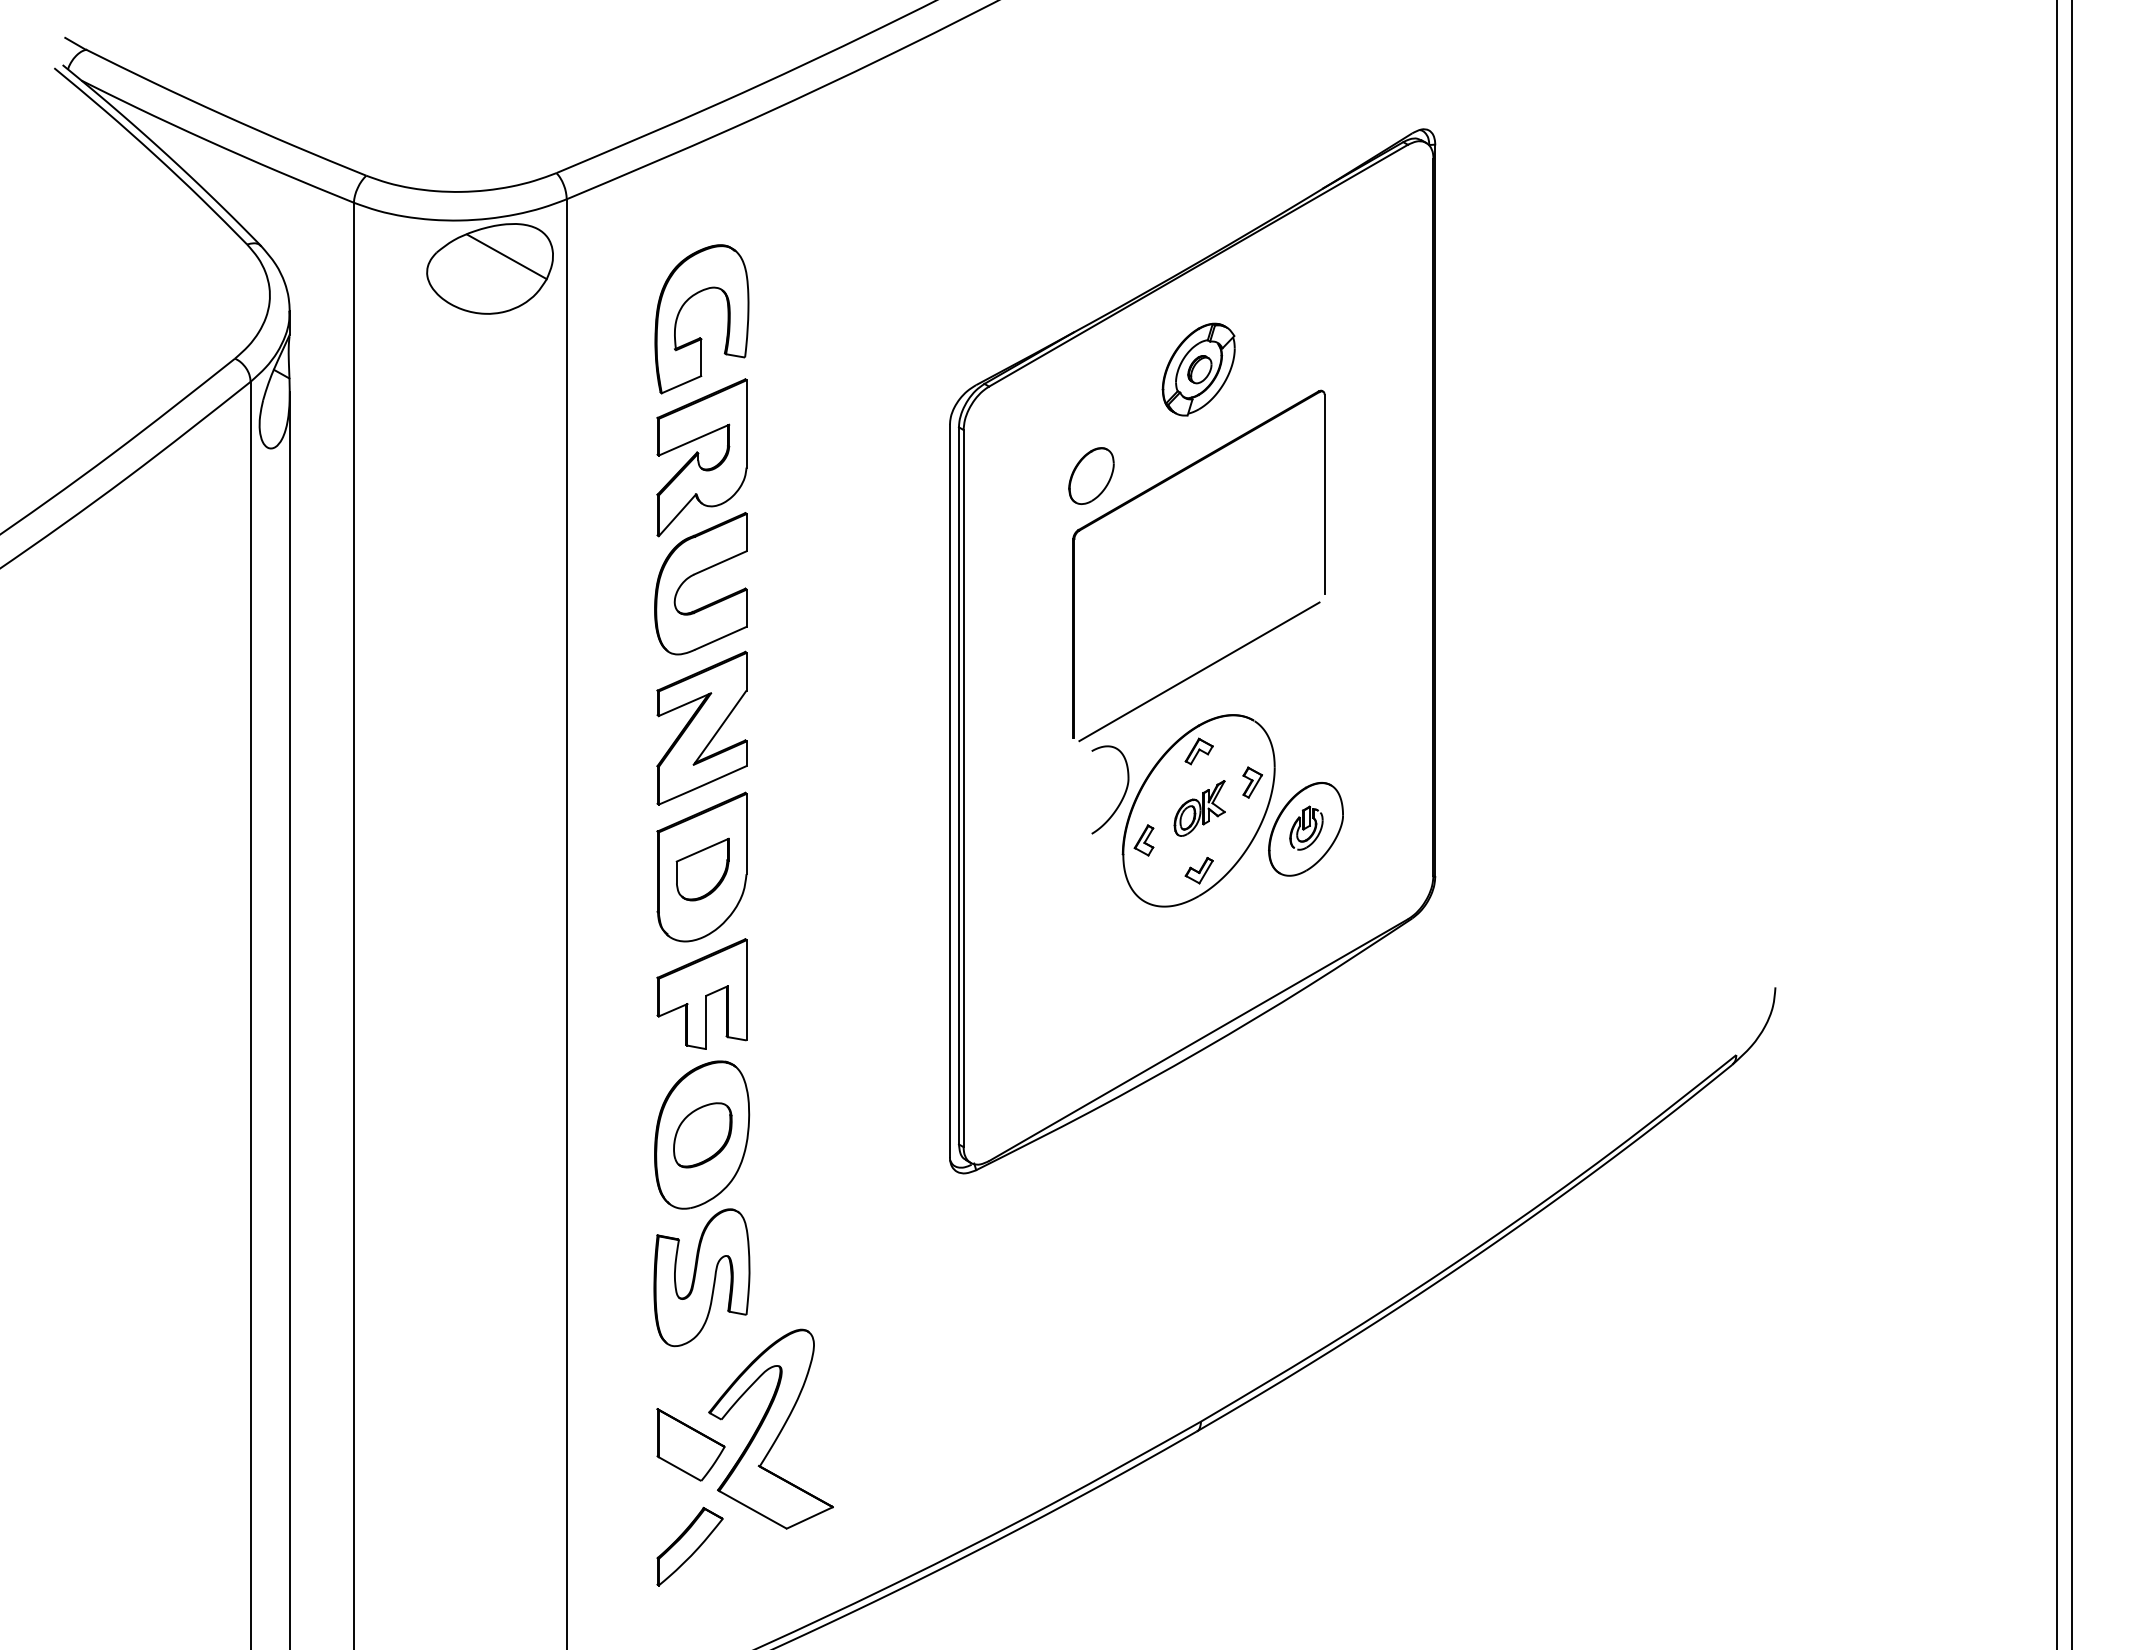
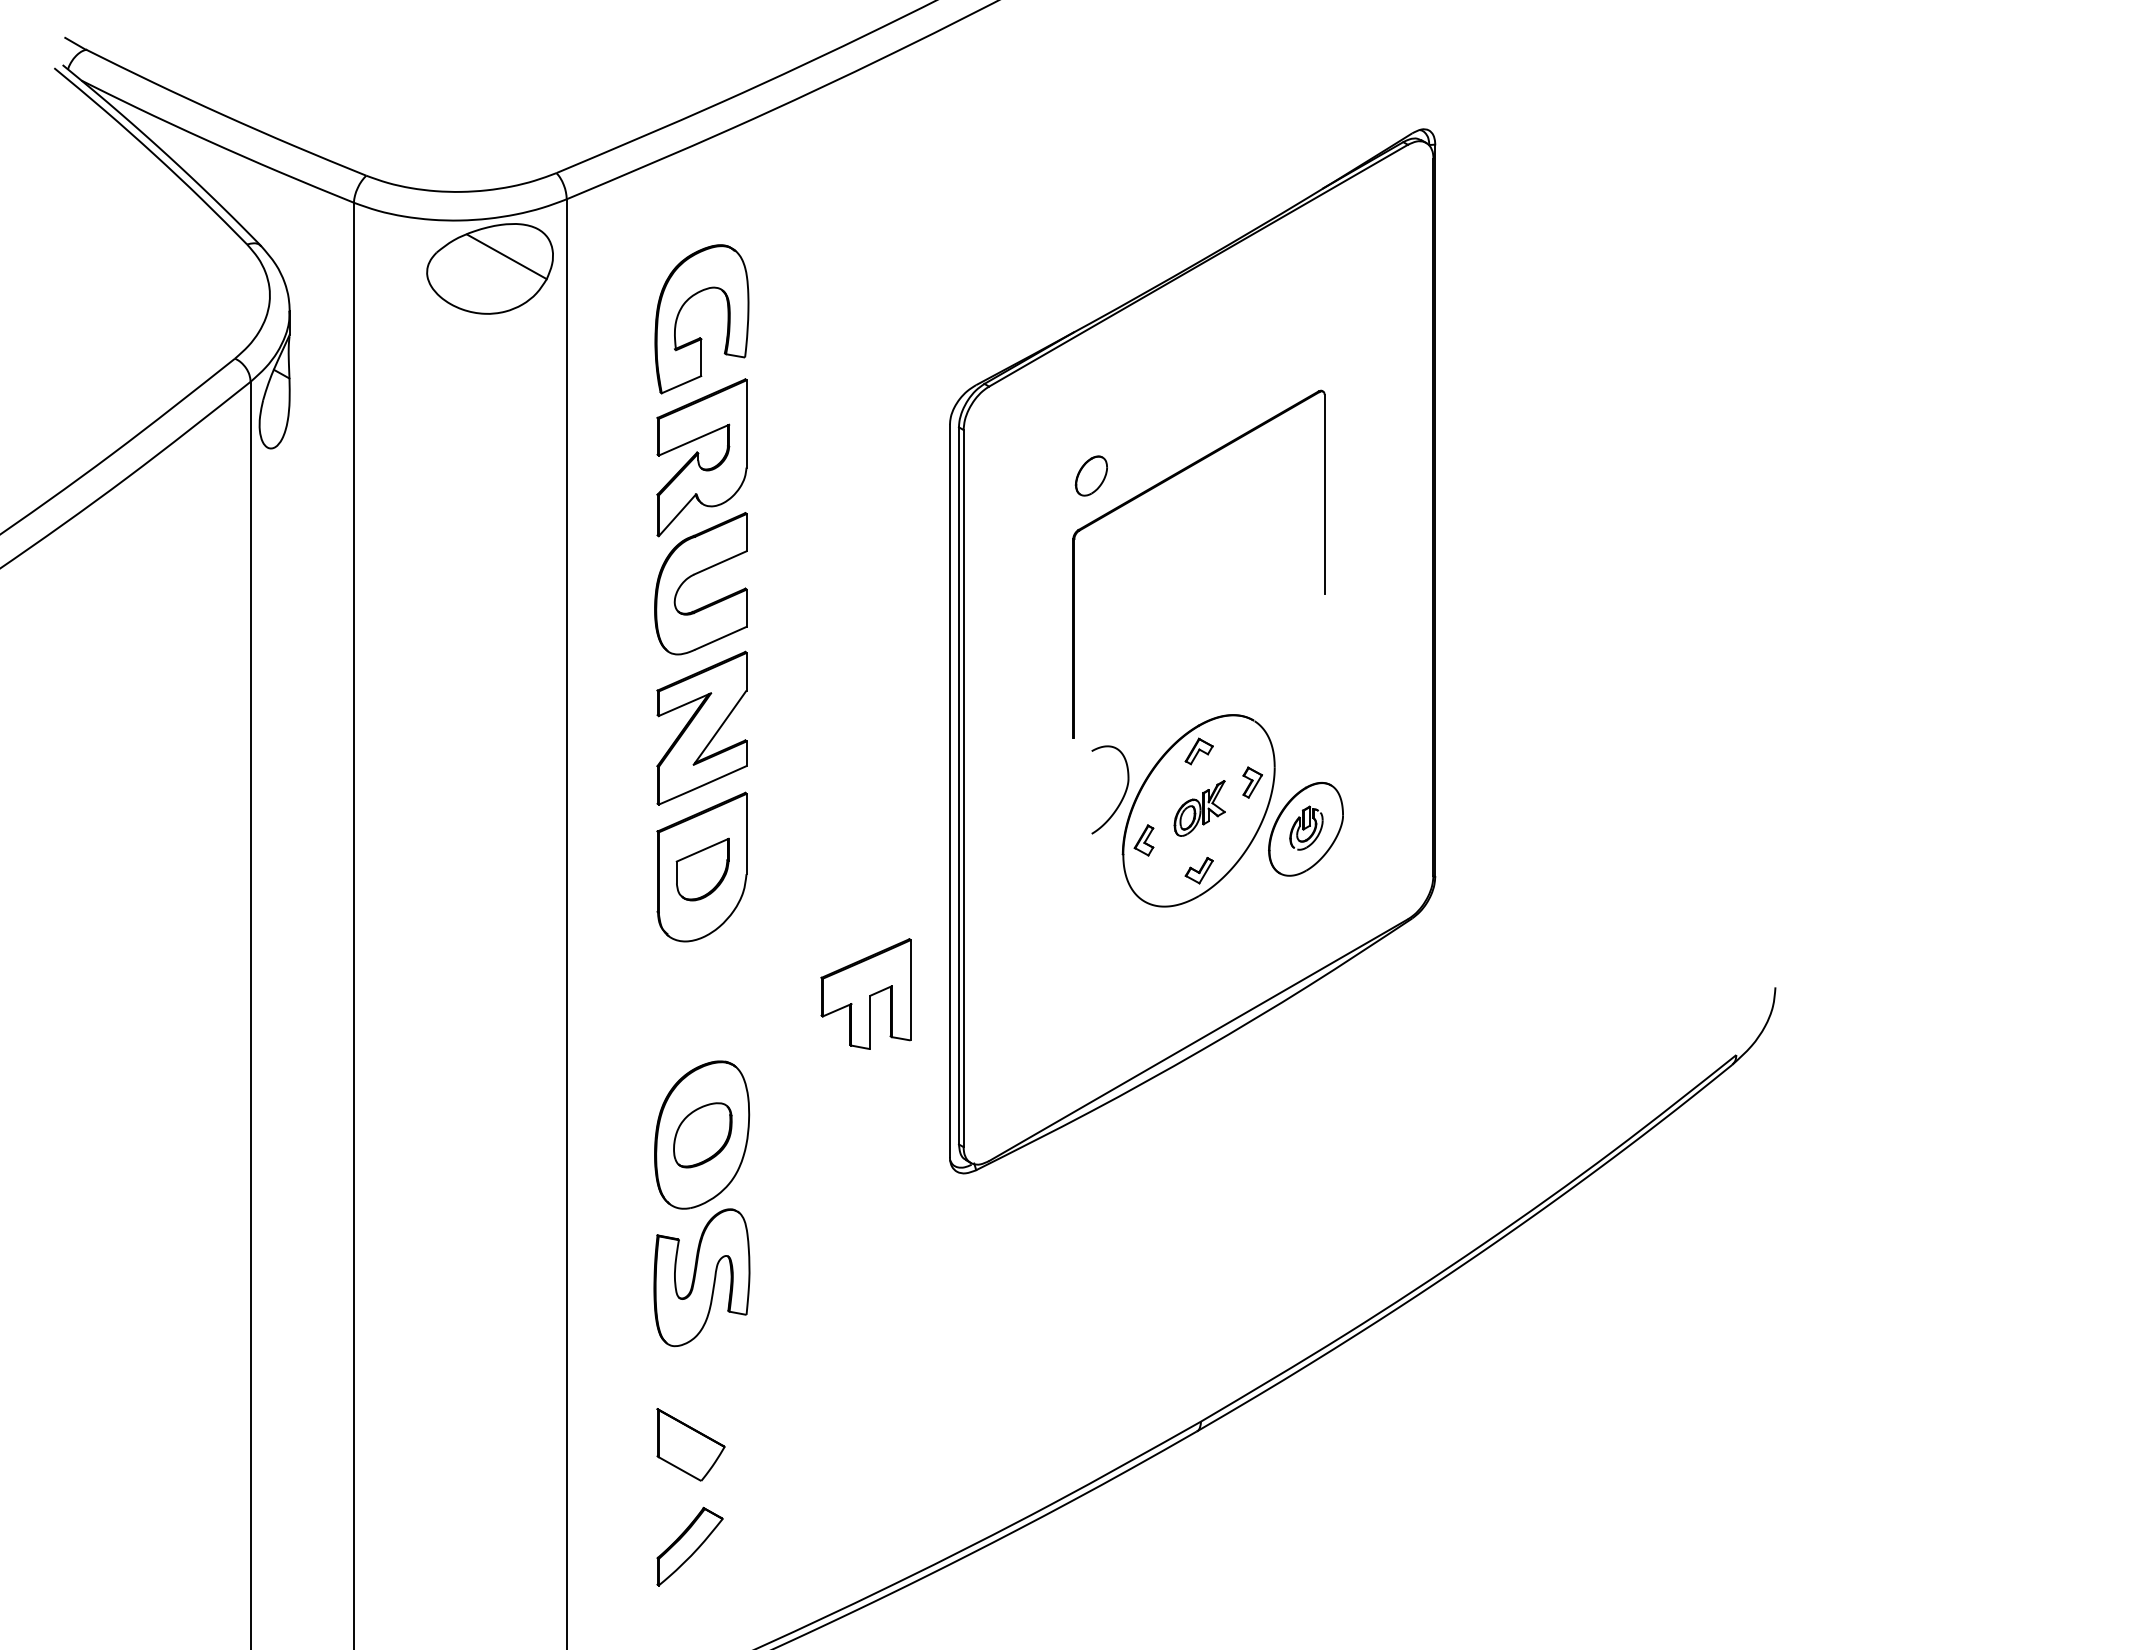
part at (1198, 369): present -> none
part at (1091, 475) size: 47x58 px -> 34x42 px
line at (1199, 671): present -> none
line at (2056, 824): present -> none
line at (2071, 824): present -> none
part at (701, 993) position: (701, 993) -> (865, 993)
line at (289, 1018): present -> none
part at (770, 1428): present -> none
